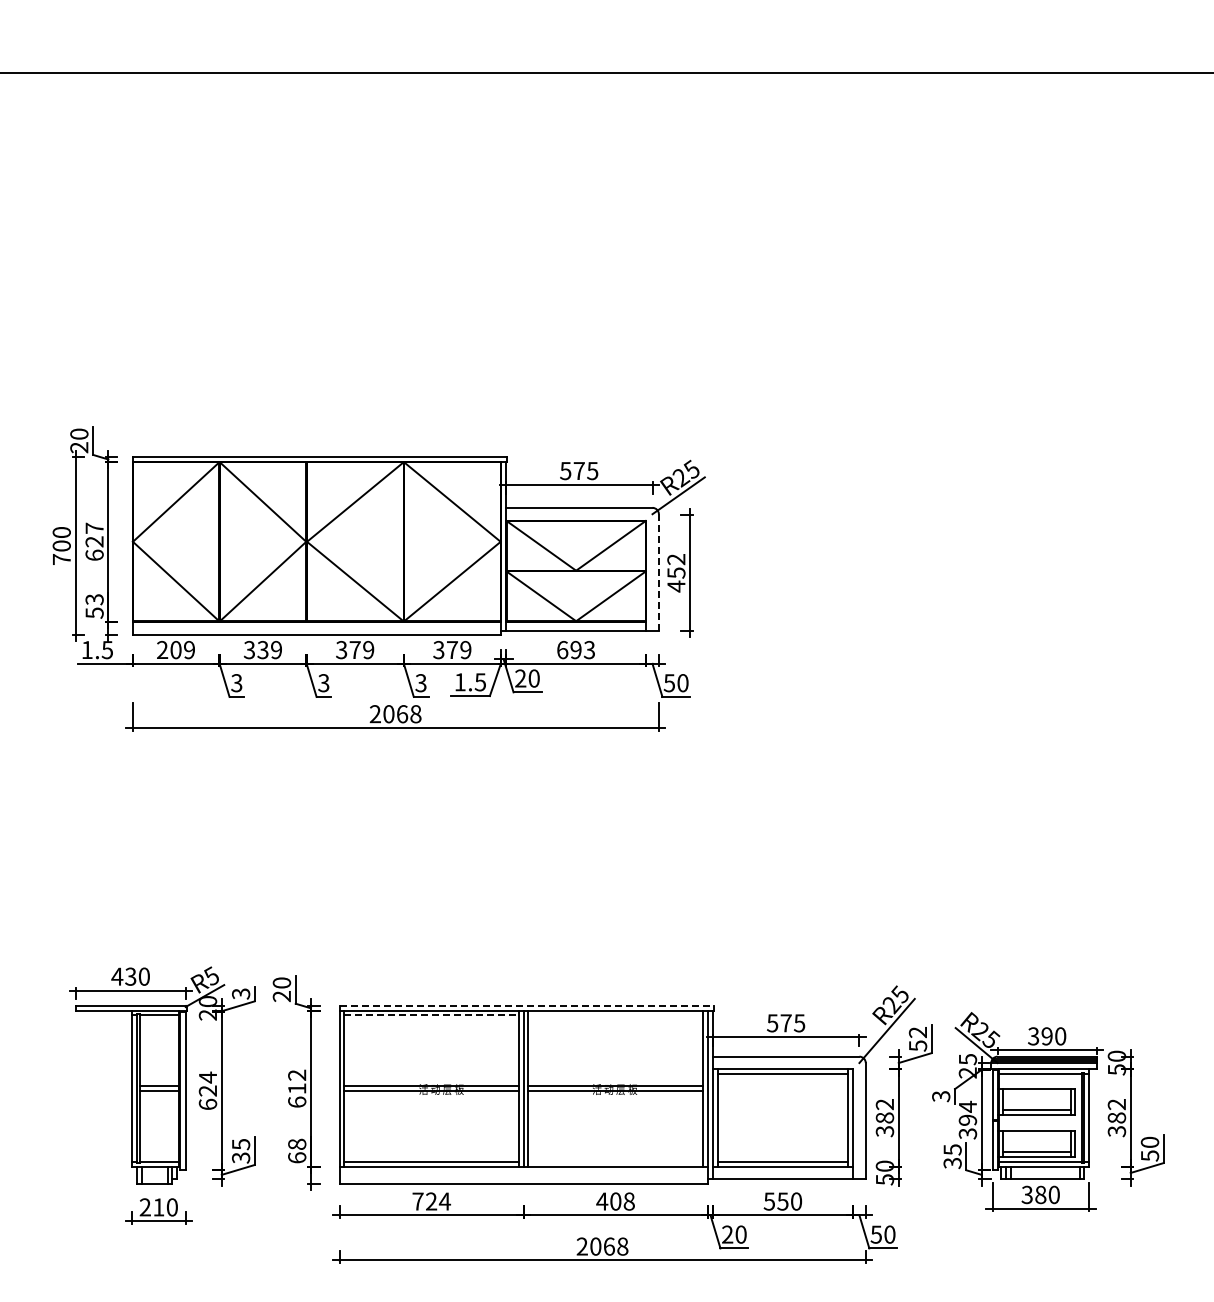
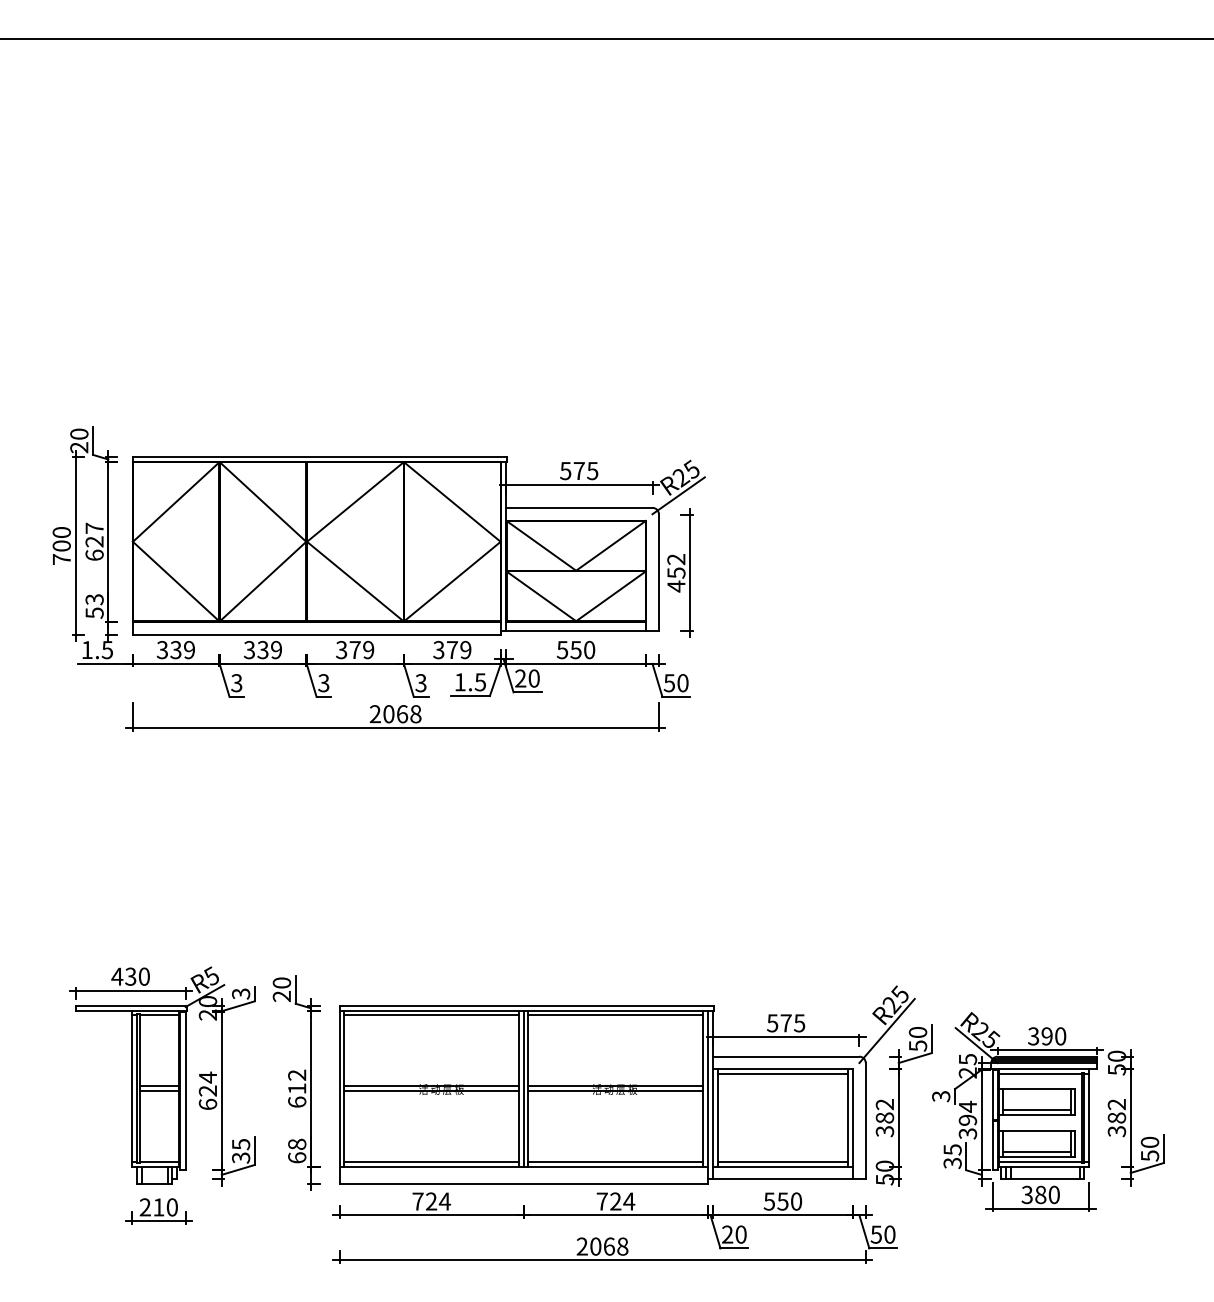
line at (606, 73) position: (606, 73) -> (606, 39)
line at (658, 572): dashed -> solid
text at (575, 649): 693 -> 550
text at (168, 650): 209 -> 339
line at (527, 1005): dashed -> solid
line at (431, 1015): dashed -> solid
line at (615, 1015): none -> present
text at (918, 1032): 52 -> 50
line at (615, 1162): none -> present
text at (615, 1201): 408 -> 724
